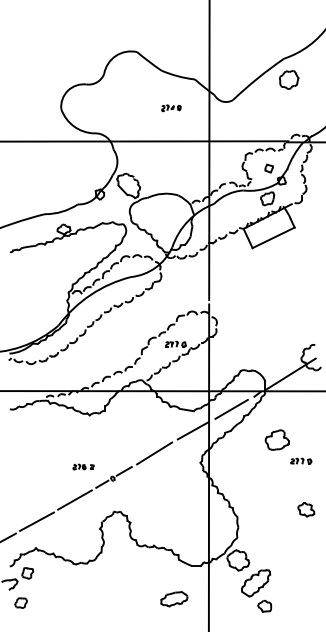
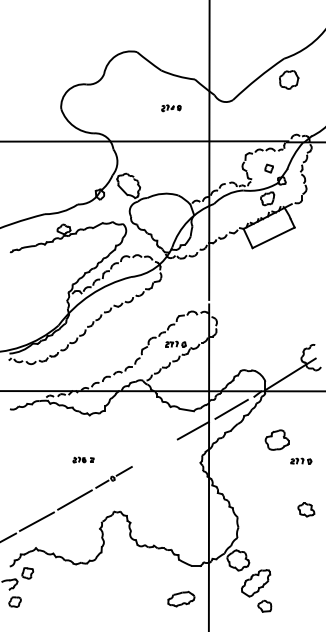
line at (154, 453): present -> none
part at (83, 466) position: (83, 466) -> (83, 459)
part at (174, 598) position: (174, 598) -> (181, 598)
part at (20, 602) position: (20, 602) -> (14, 601)
